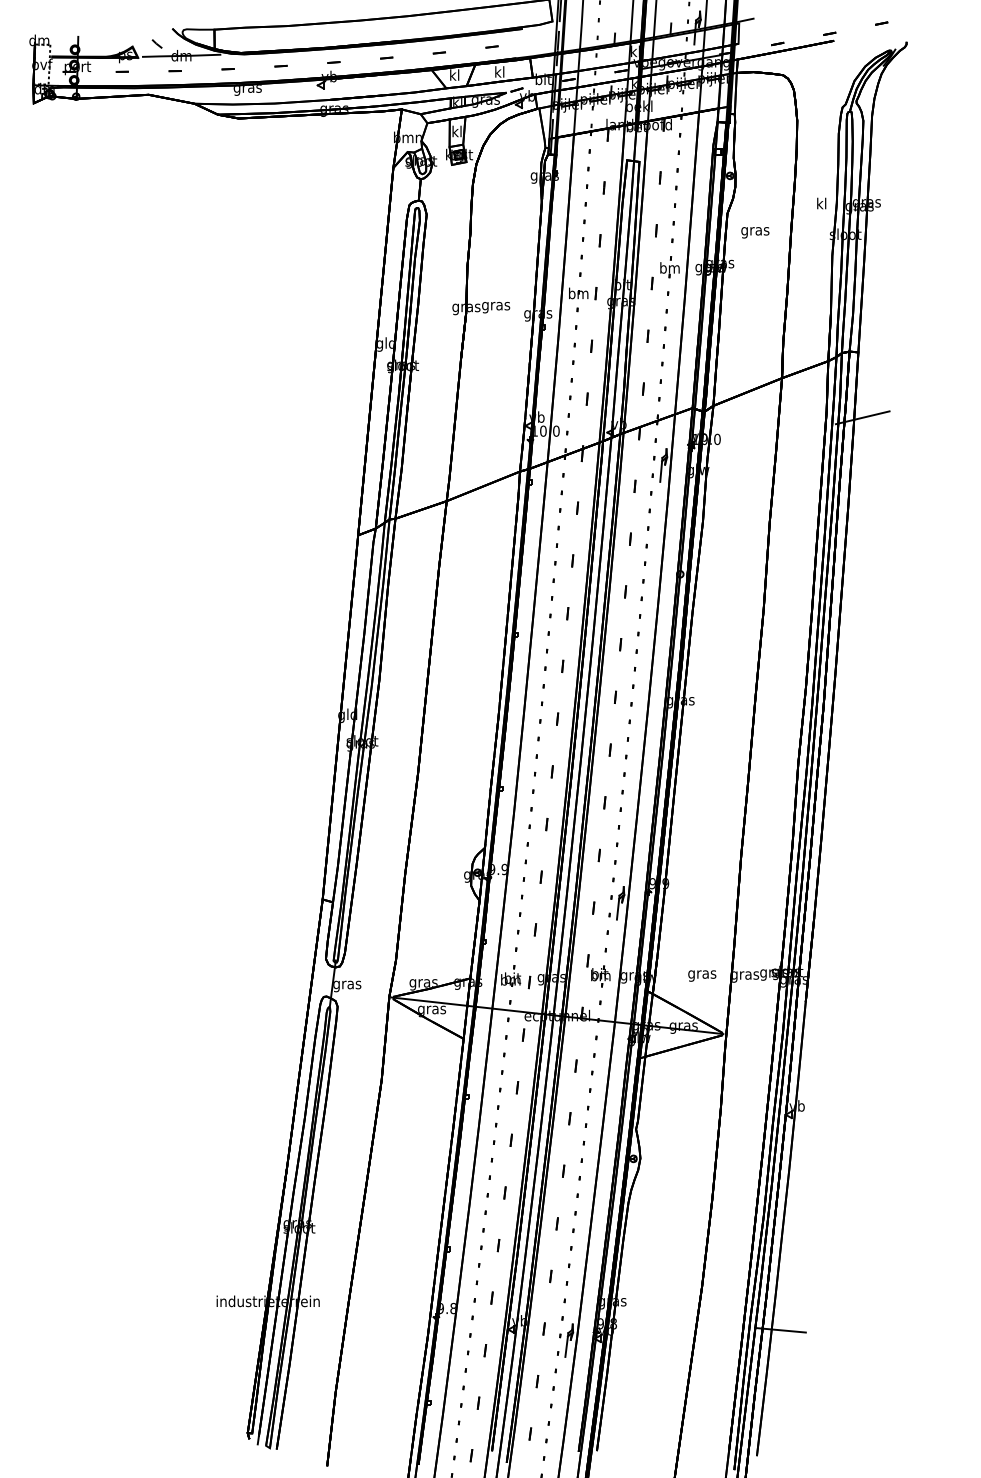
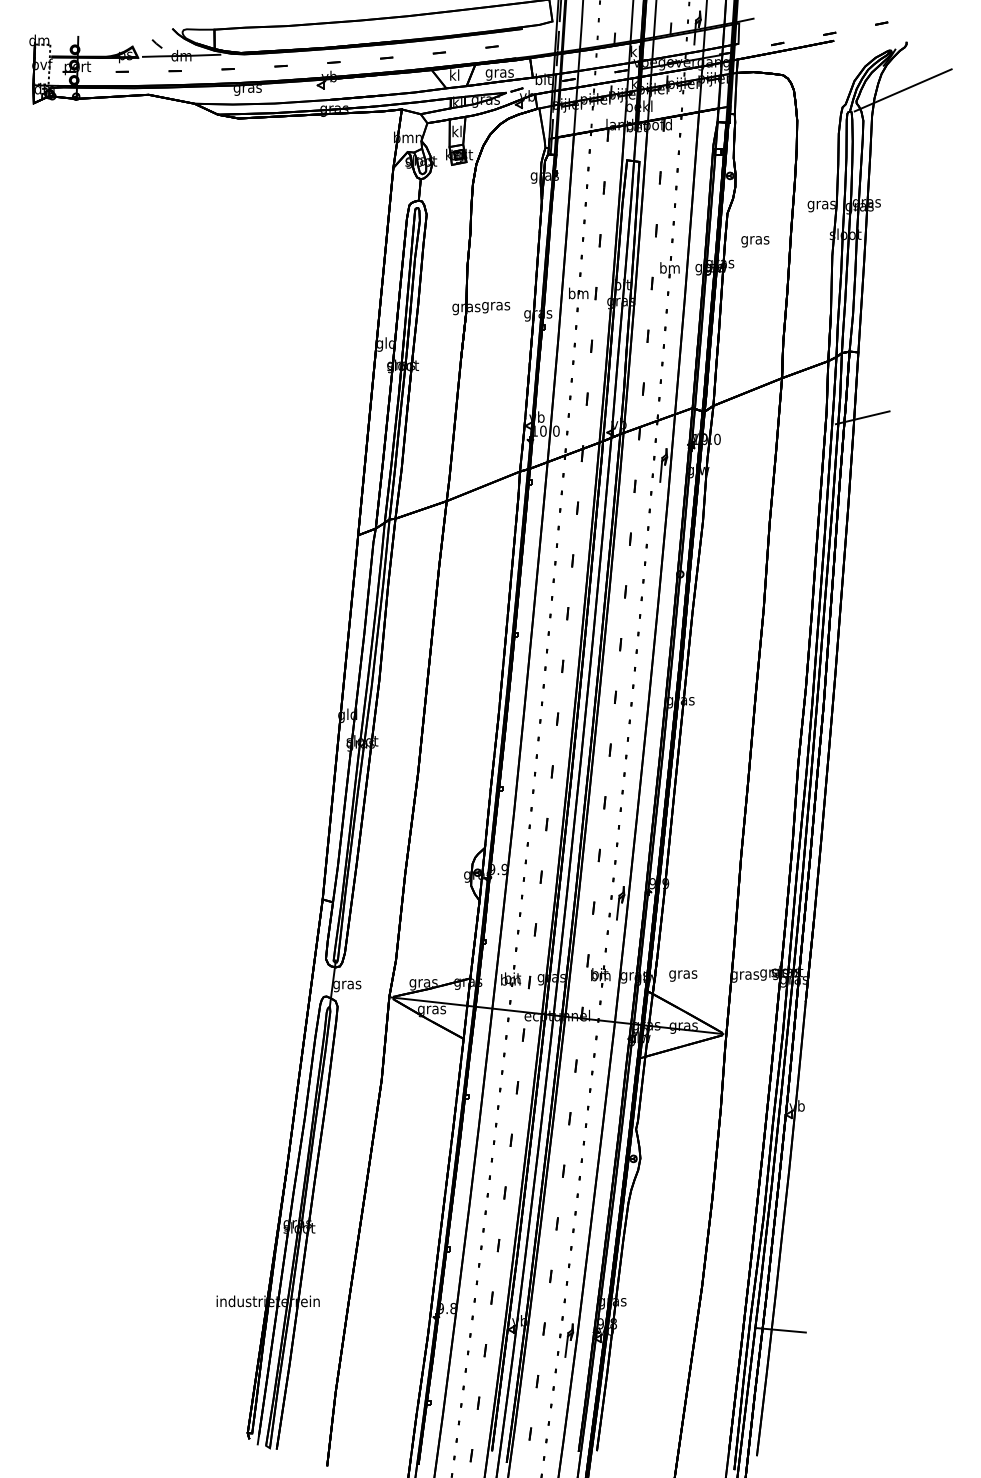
text at (499, 73): kl -> gras
line at (902, 90): none -> present
text at (821, 204): kl -> gras
text at (755, 232) position: (755, 232) -> (755, 241)
text at (702, 975) position: (702, 975) -> (683, 975)
